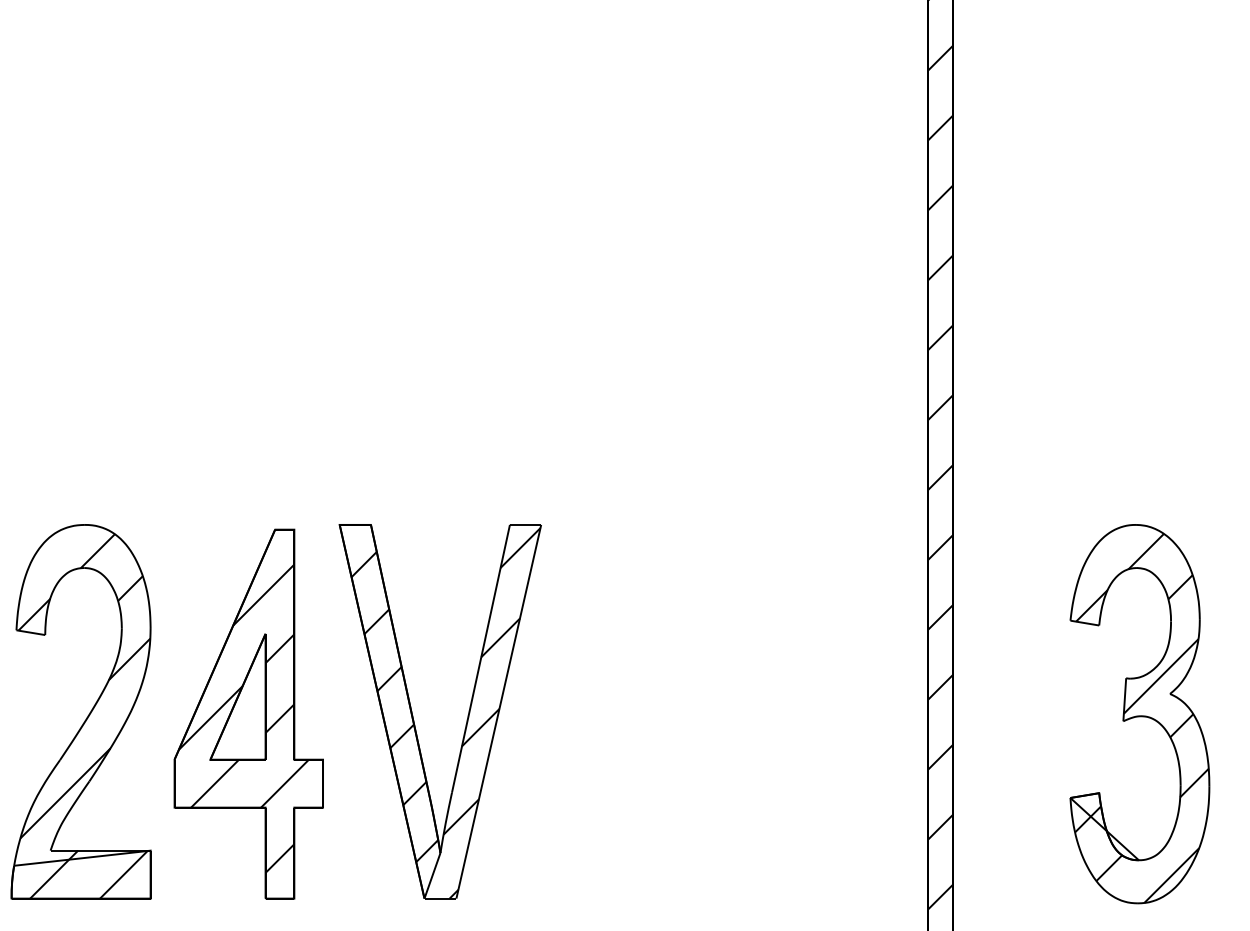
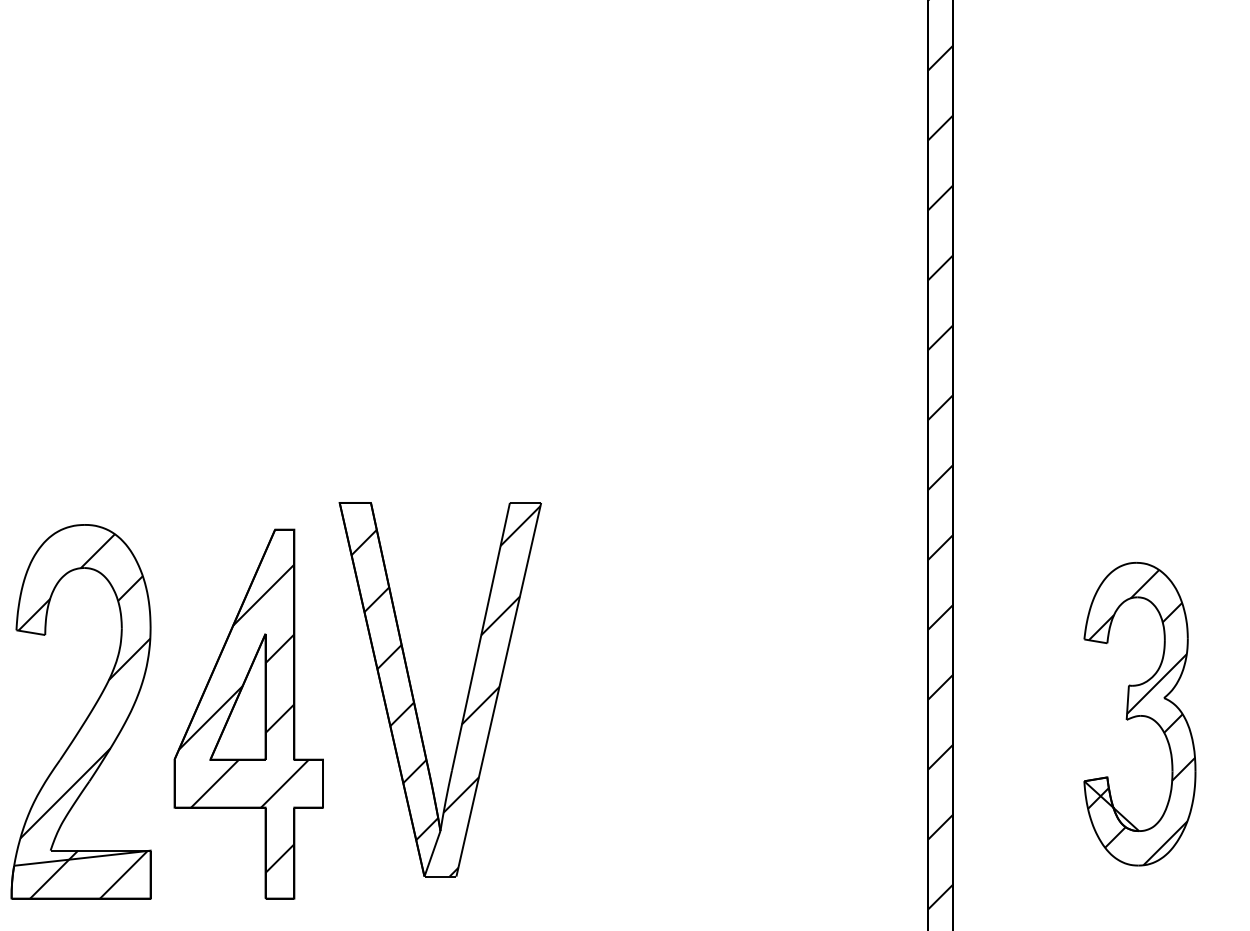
part at (1139, 714) size: 142x381 px -> 114x305 px
part at (413, 715) position: (413, 715) -> (413, 693)
